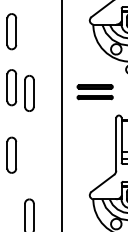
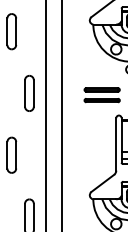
part at (11, 87): present -> none
part at (94, 92) position: (94, 92) -> (101, 95)
line at (45, 115): none -> present
